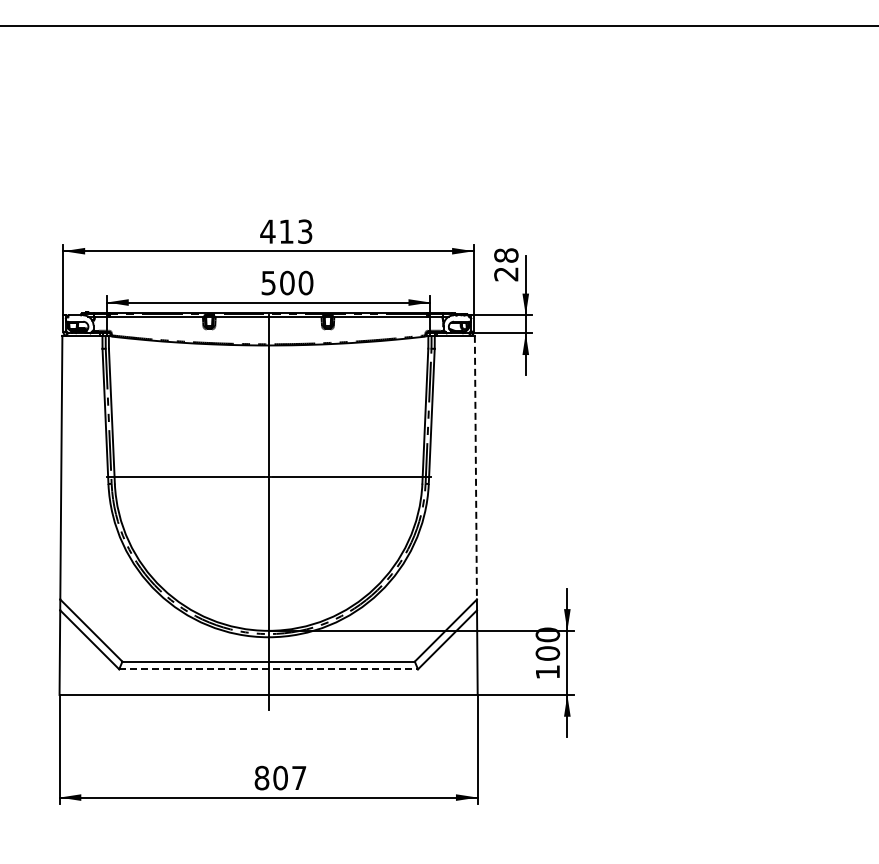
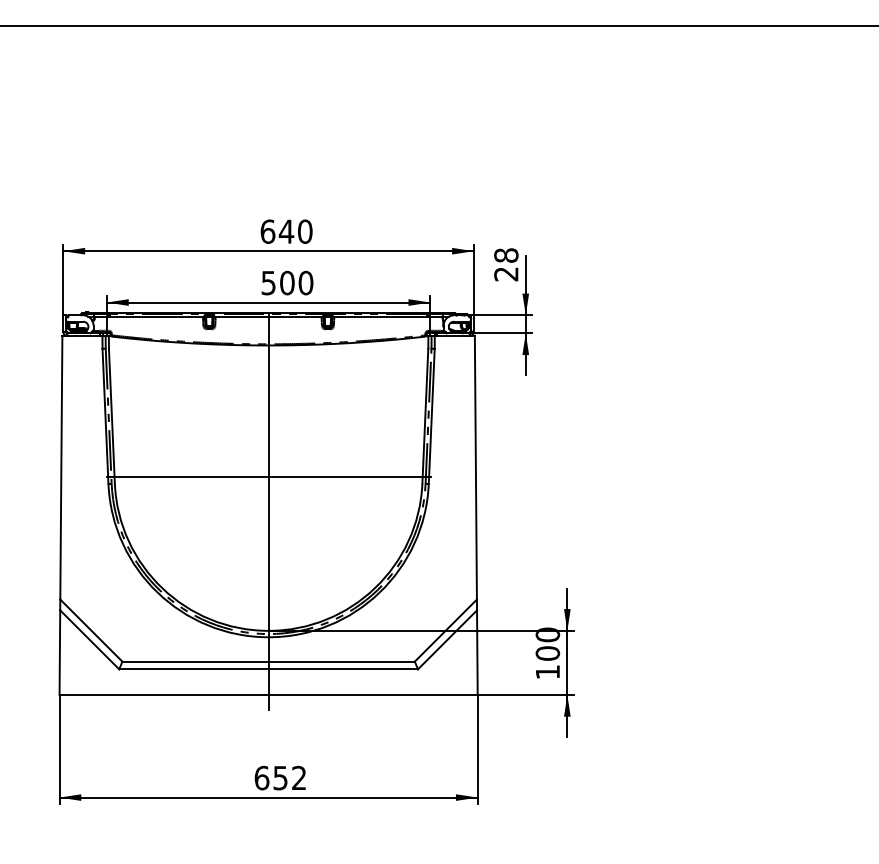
text at (286, 231): 413 -> 640
line at (475, 467): dashed -> solid
line at (269, 669): dashed -> solid
text at (280, 777): 807 -> 652
